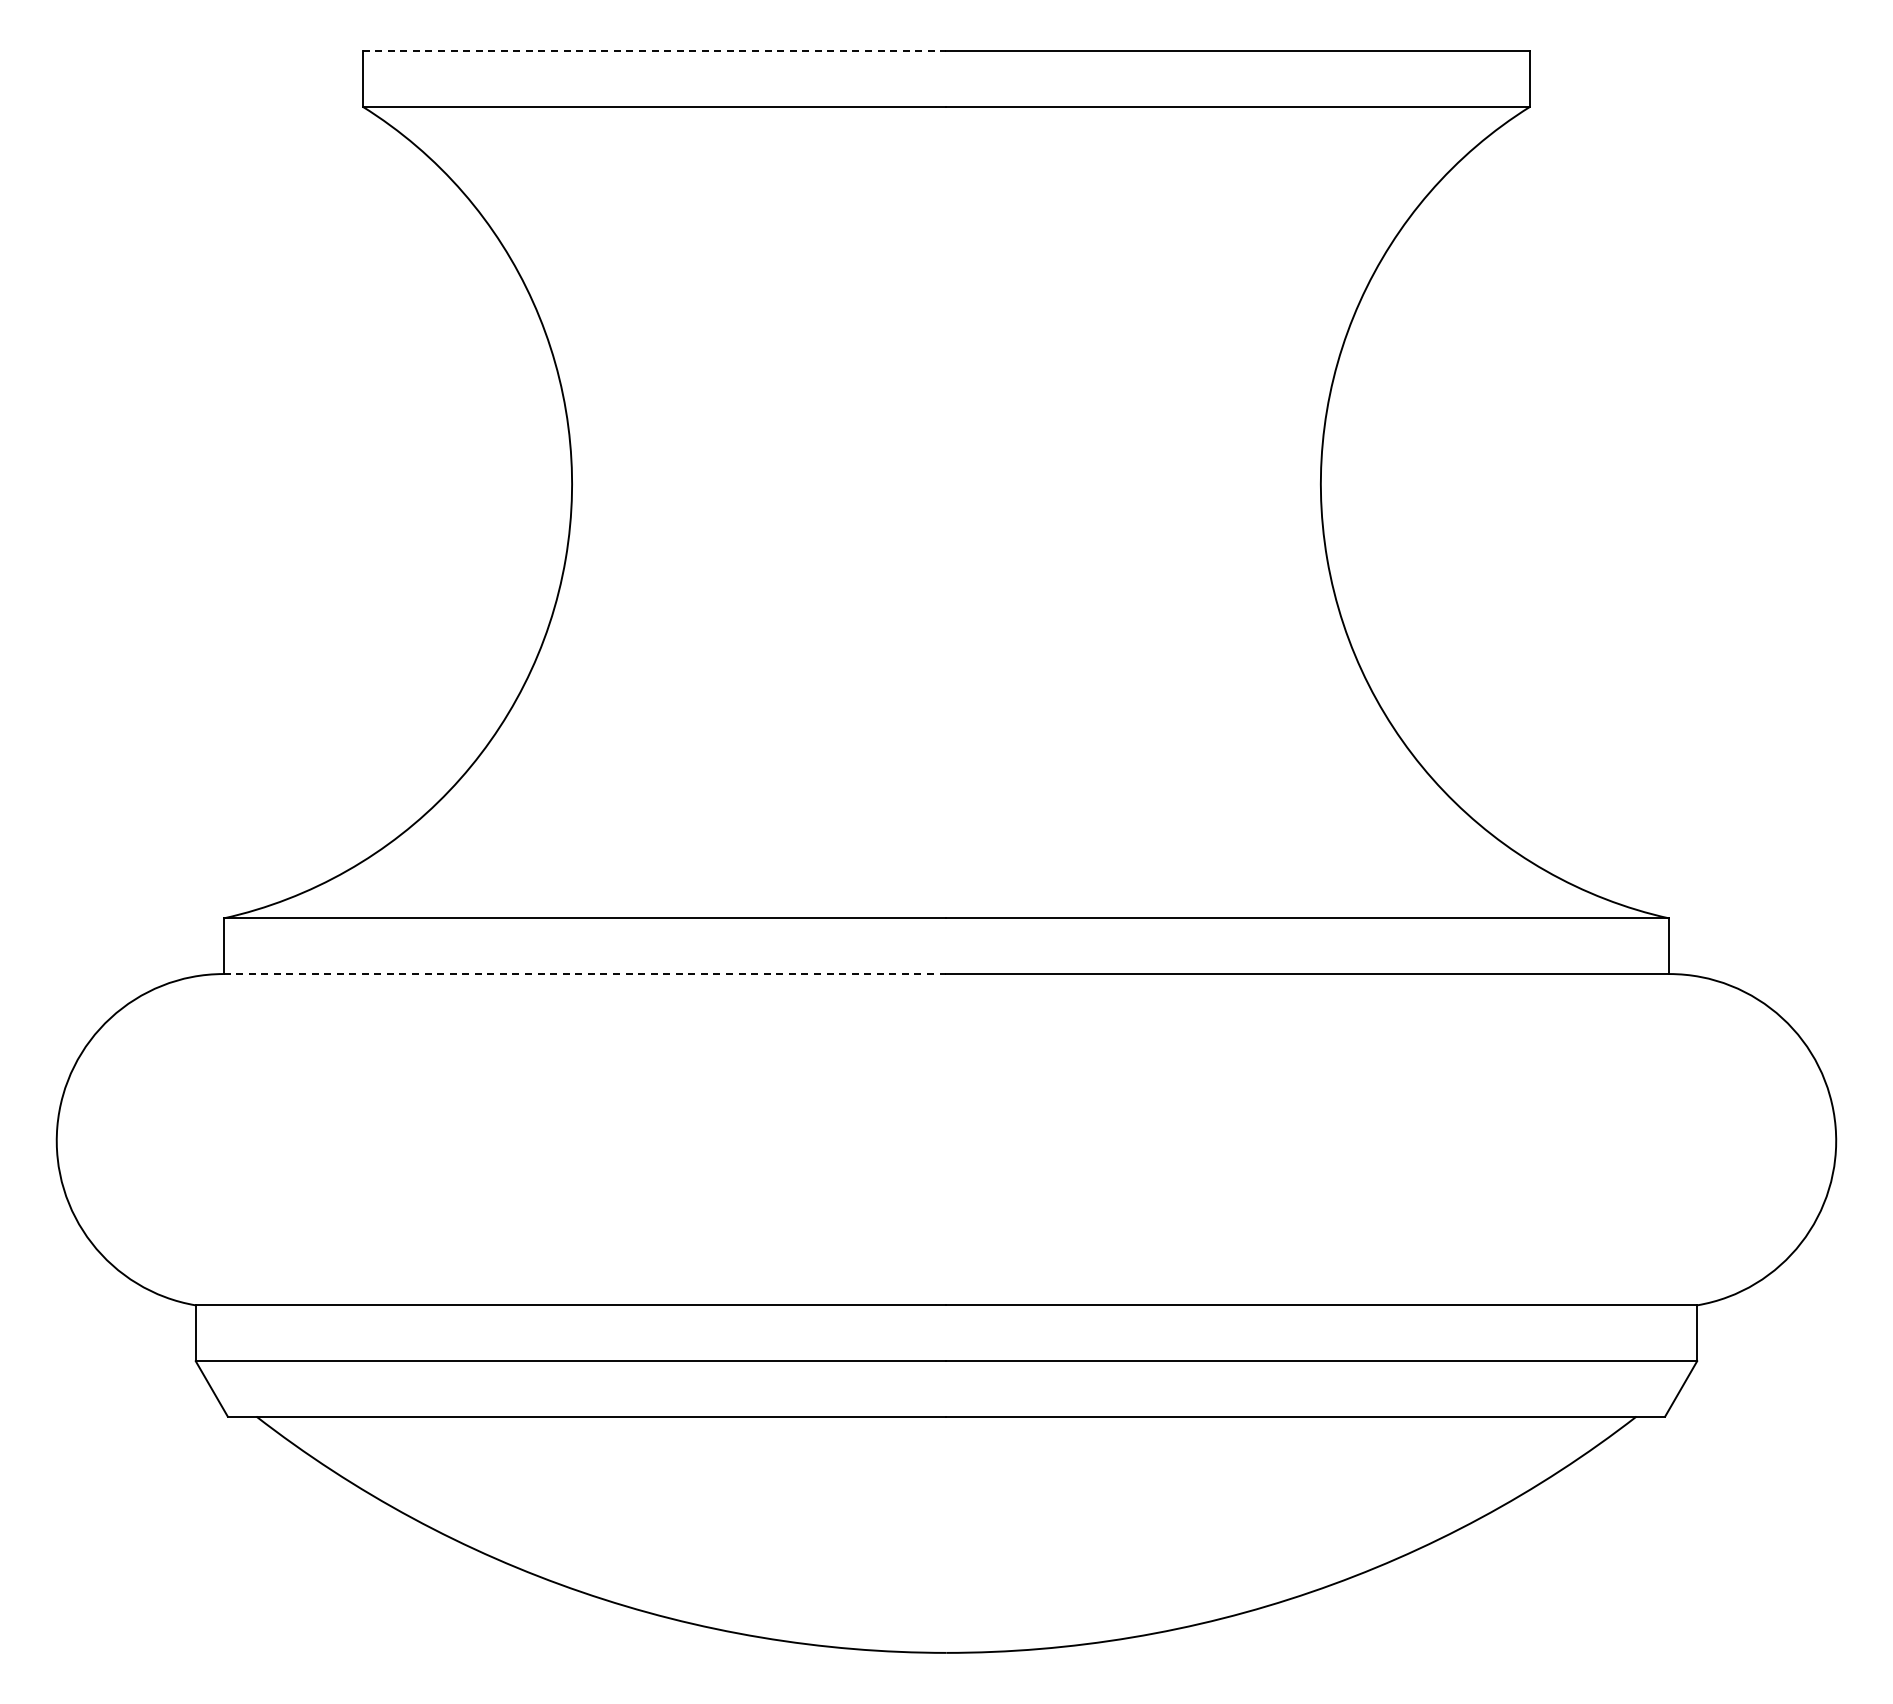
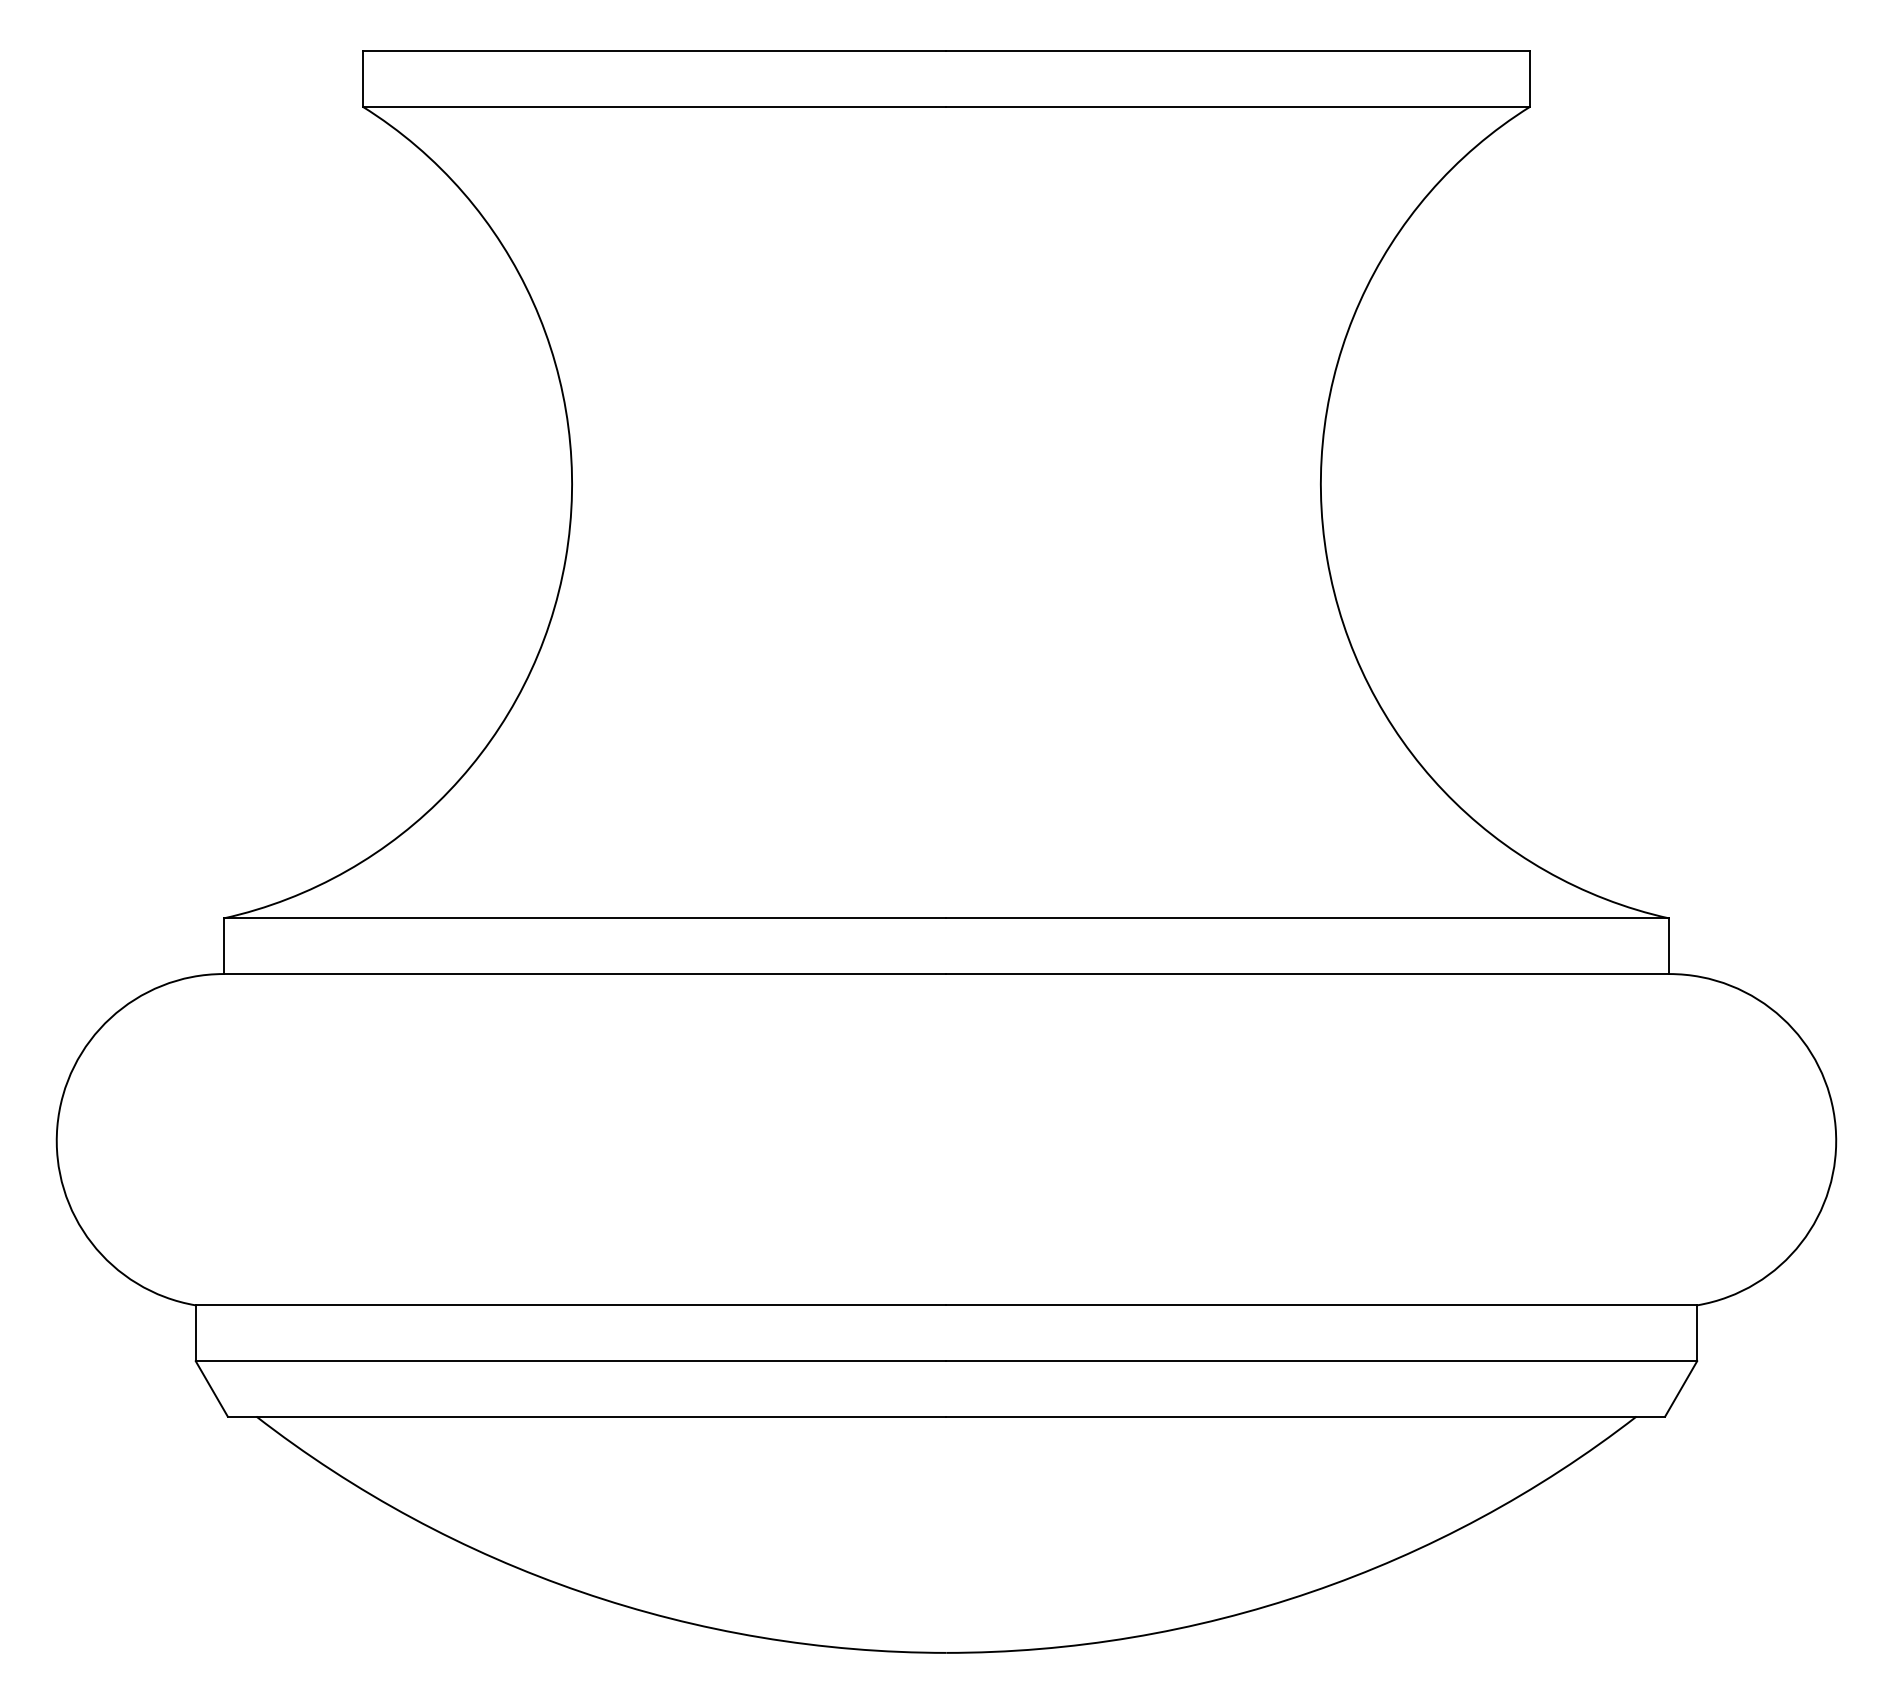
line at (654, 51): dashed -> solid
line at (585, 974): dashed -> solid
